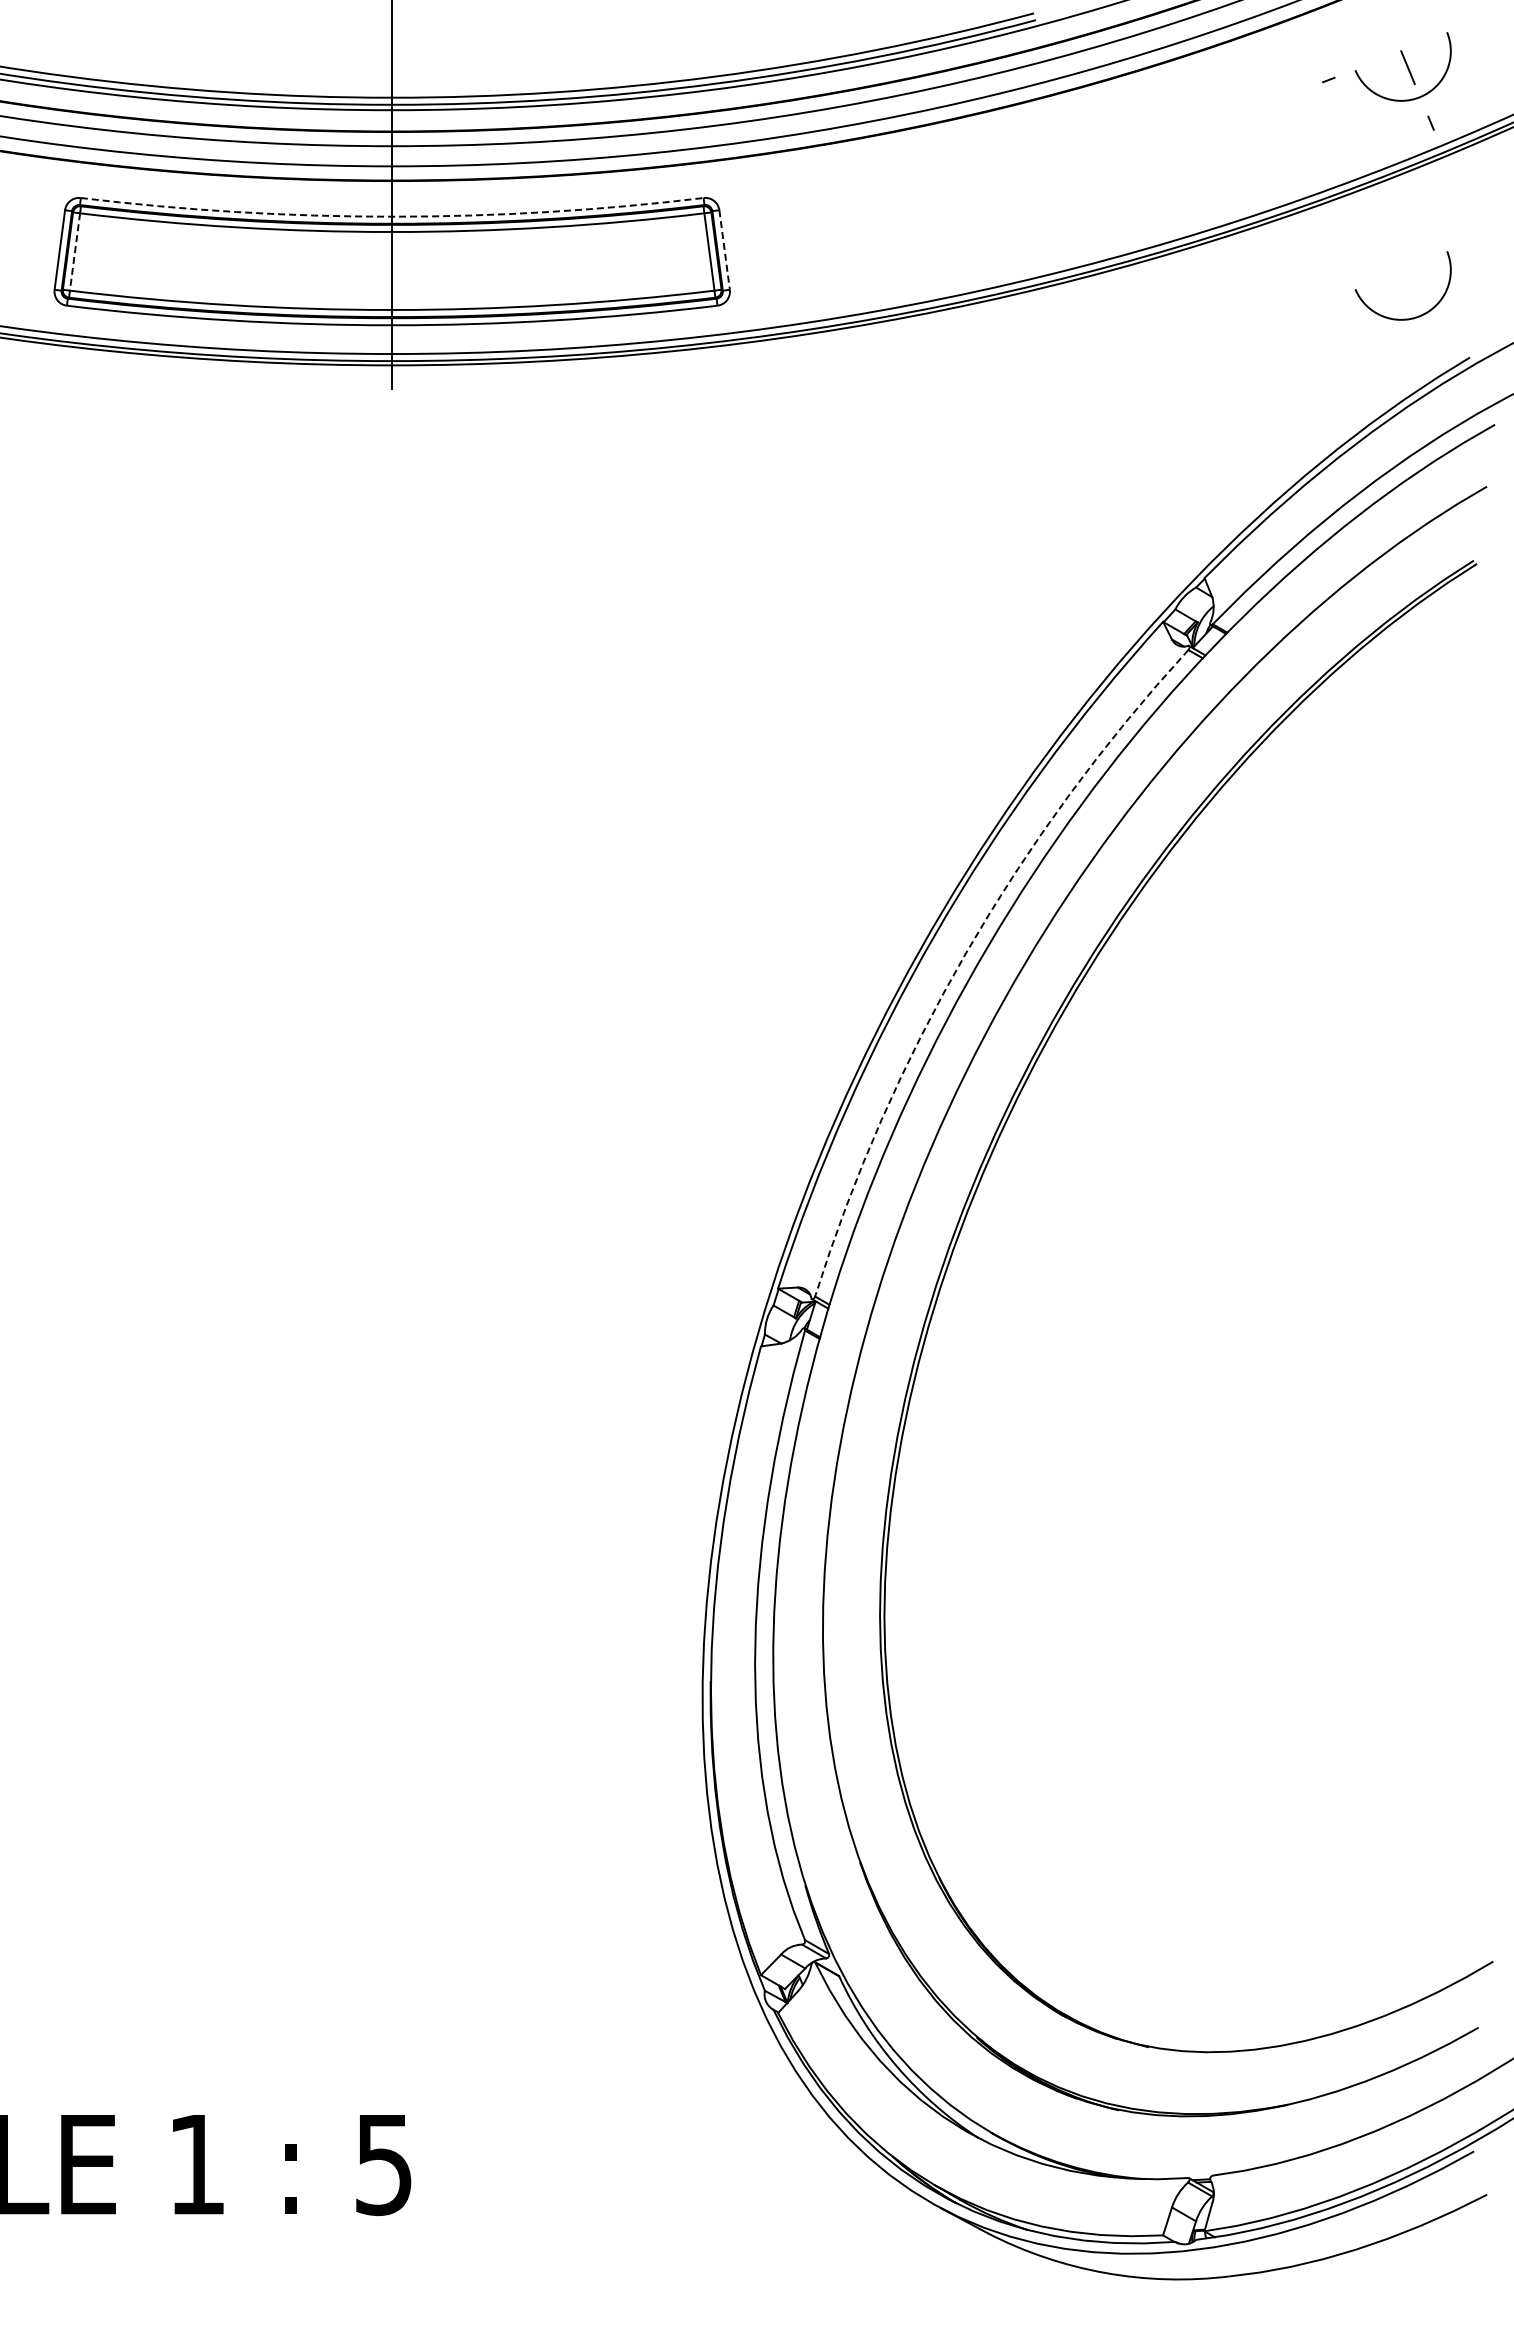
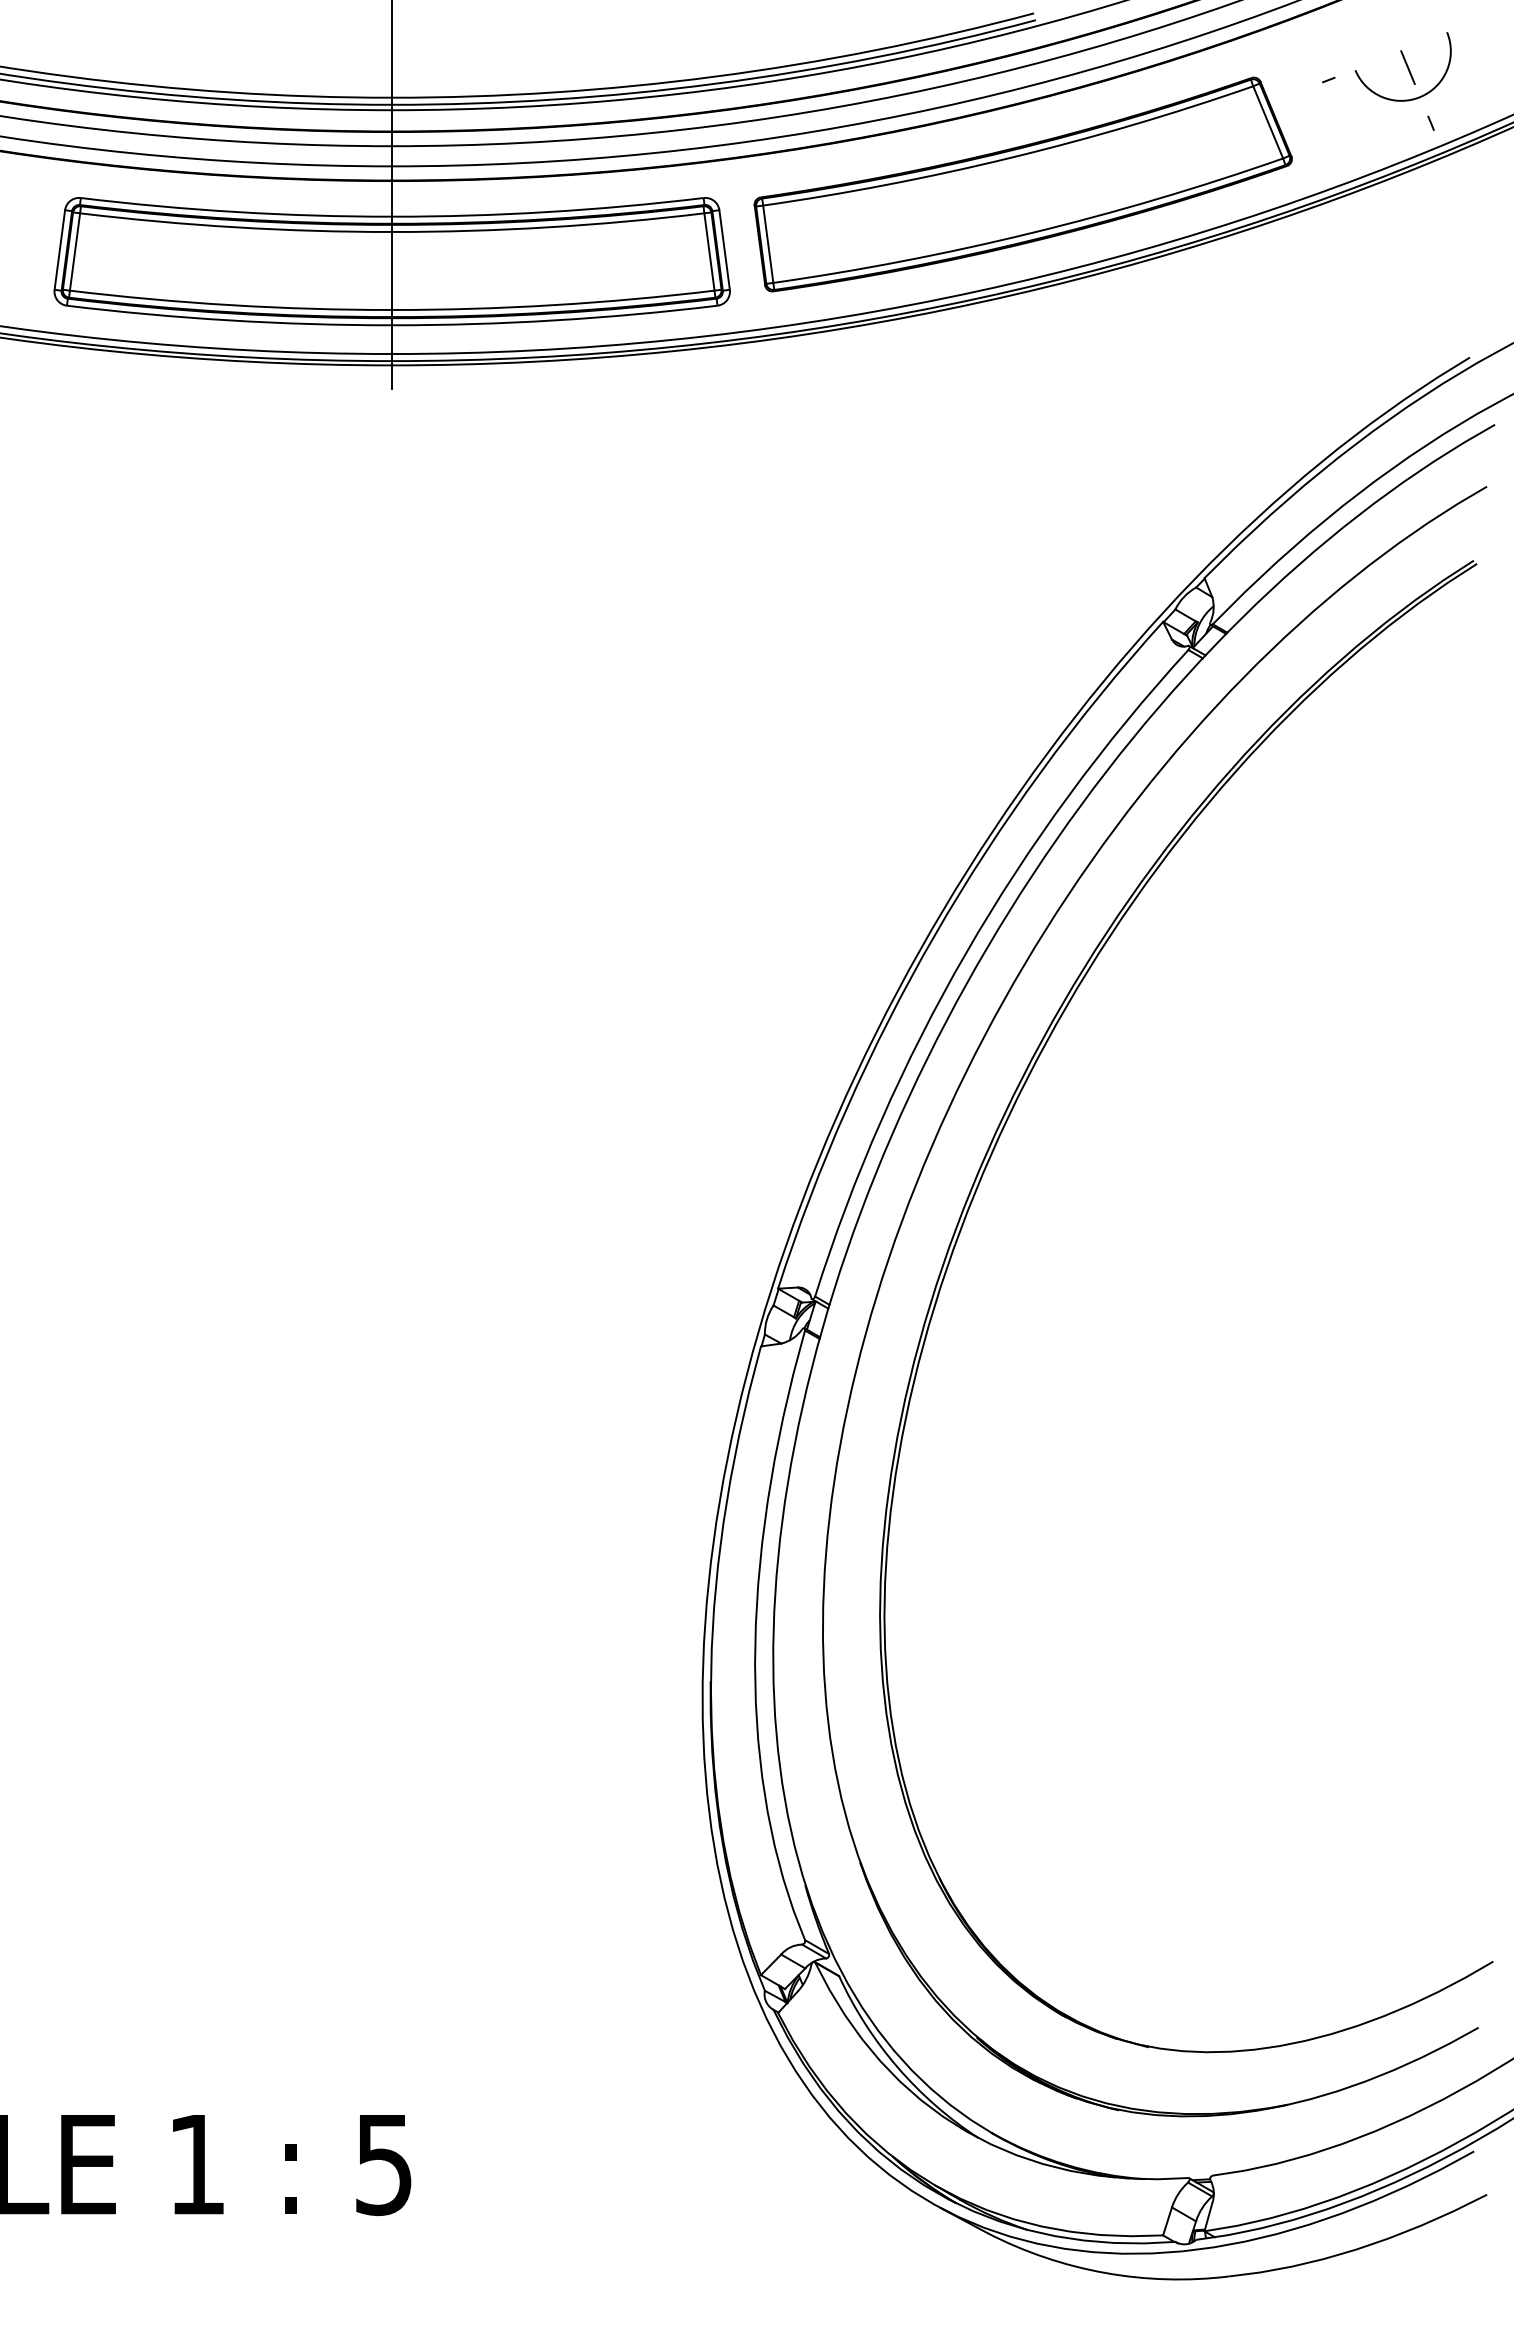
part at (1022, 184): none -> present
arc at (392, 216): dashed -> solid
line at (724, 250): dashed -> solid
line at (74, 252): dashed -> solid
arc at (1404, 318): present -> none
arc at (966, 952): dashed -> solid
